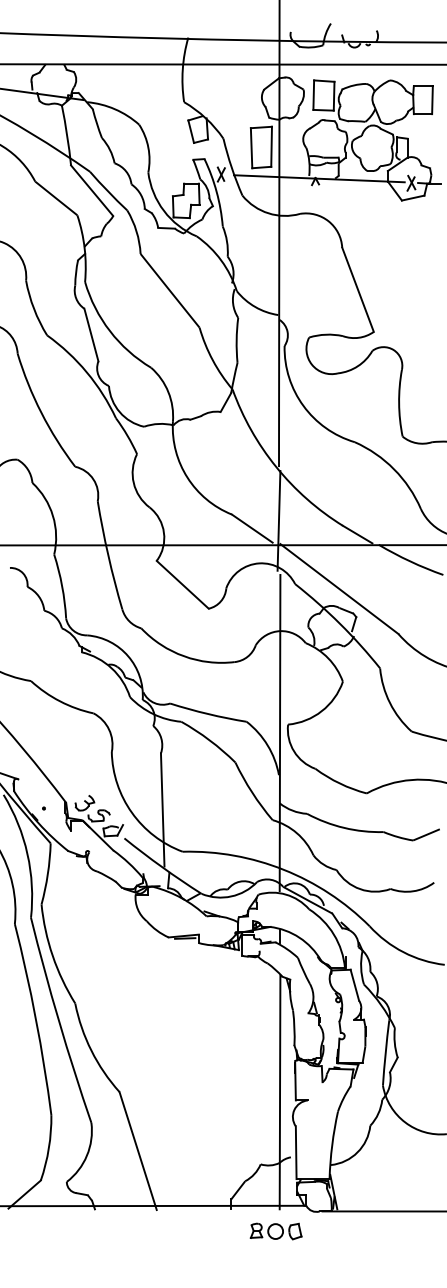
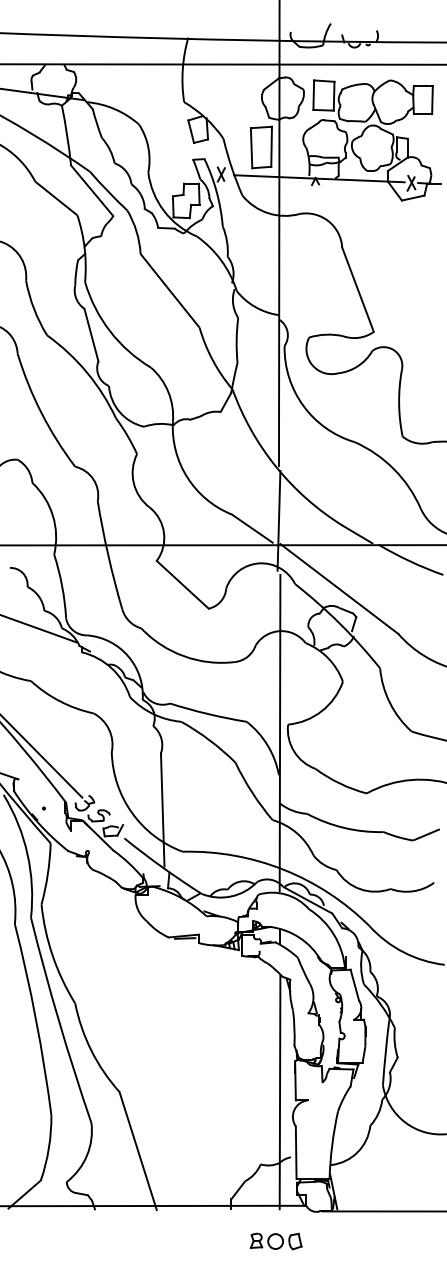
line at (39, 628): none -> present
line at (42, 756): none -> present
part at (275, 1231) position: (275, 1231) -> (275, 1241)
